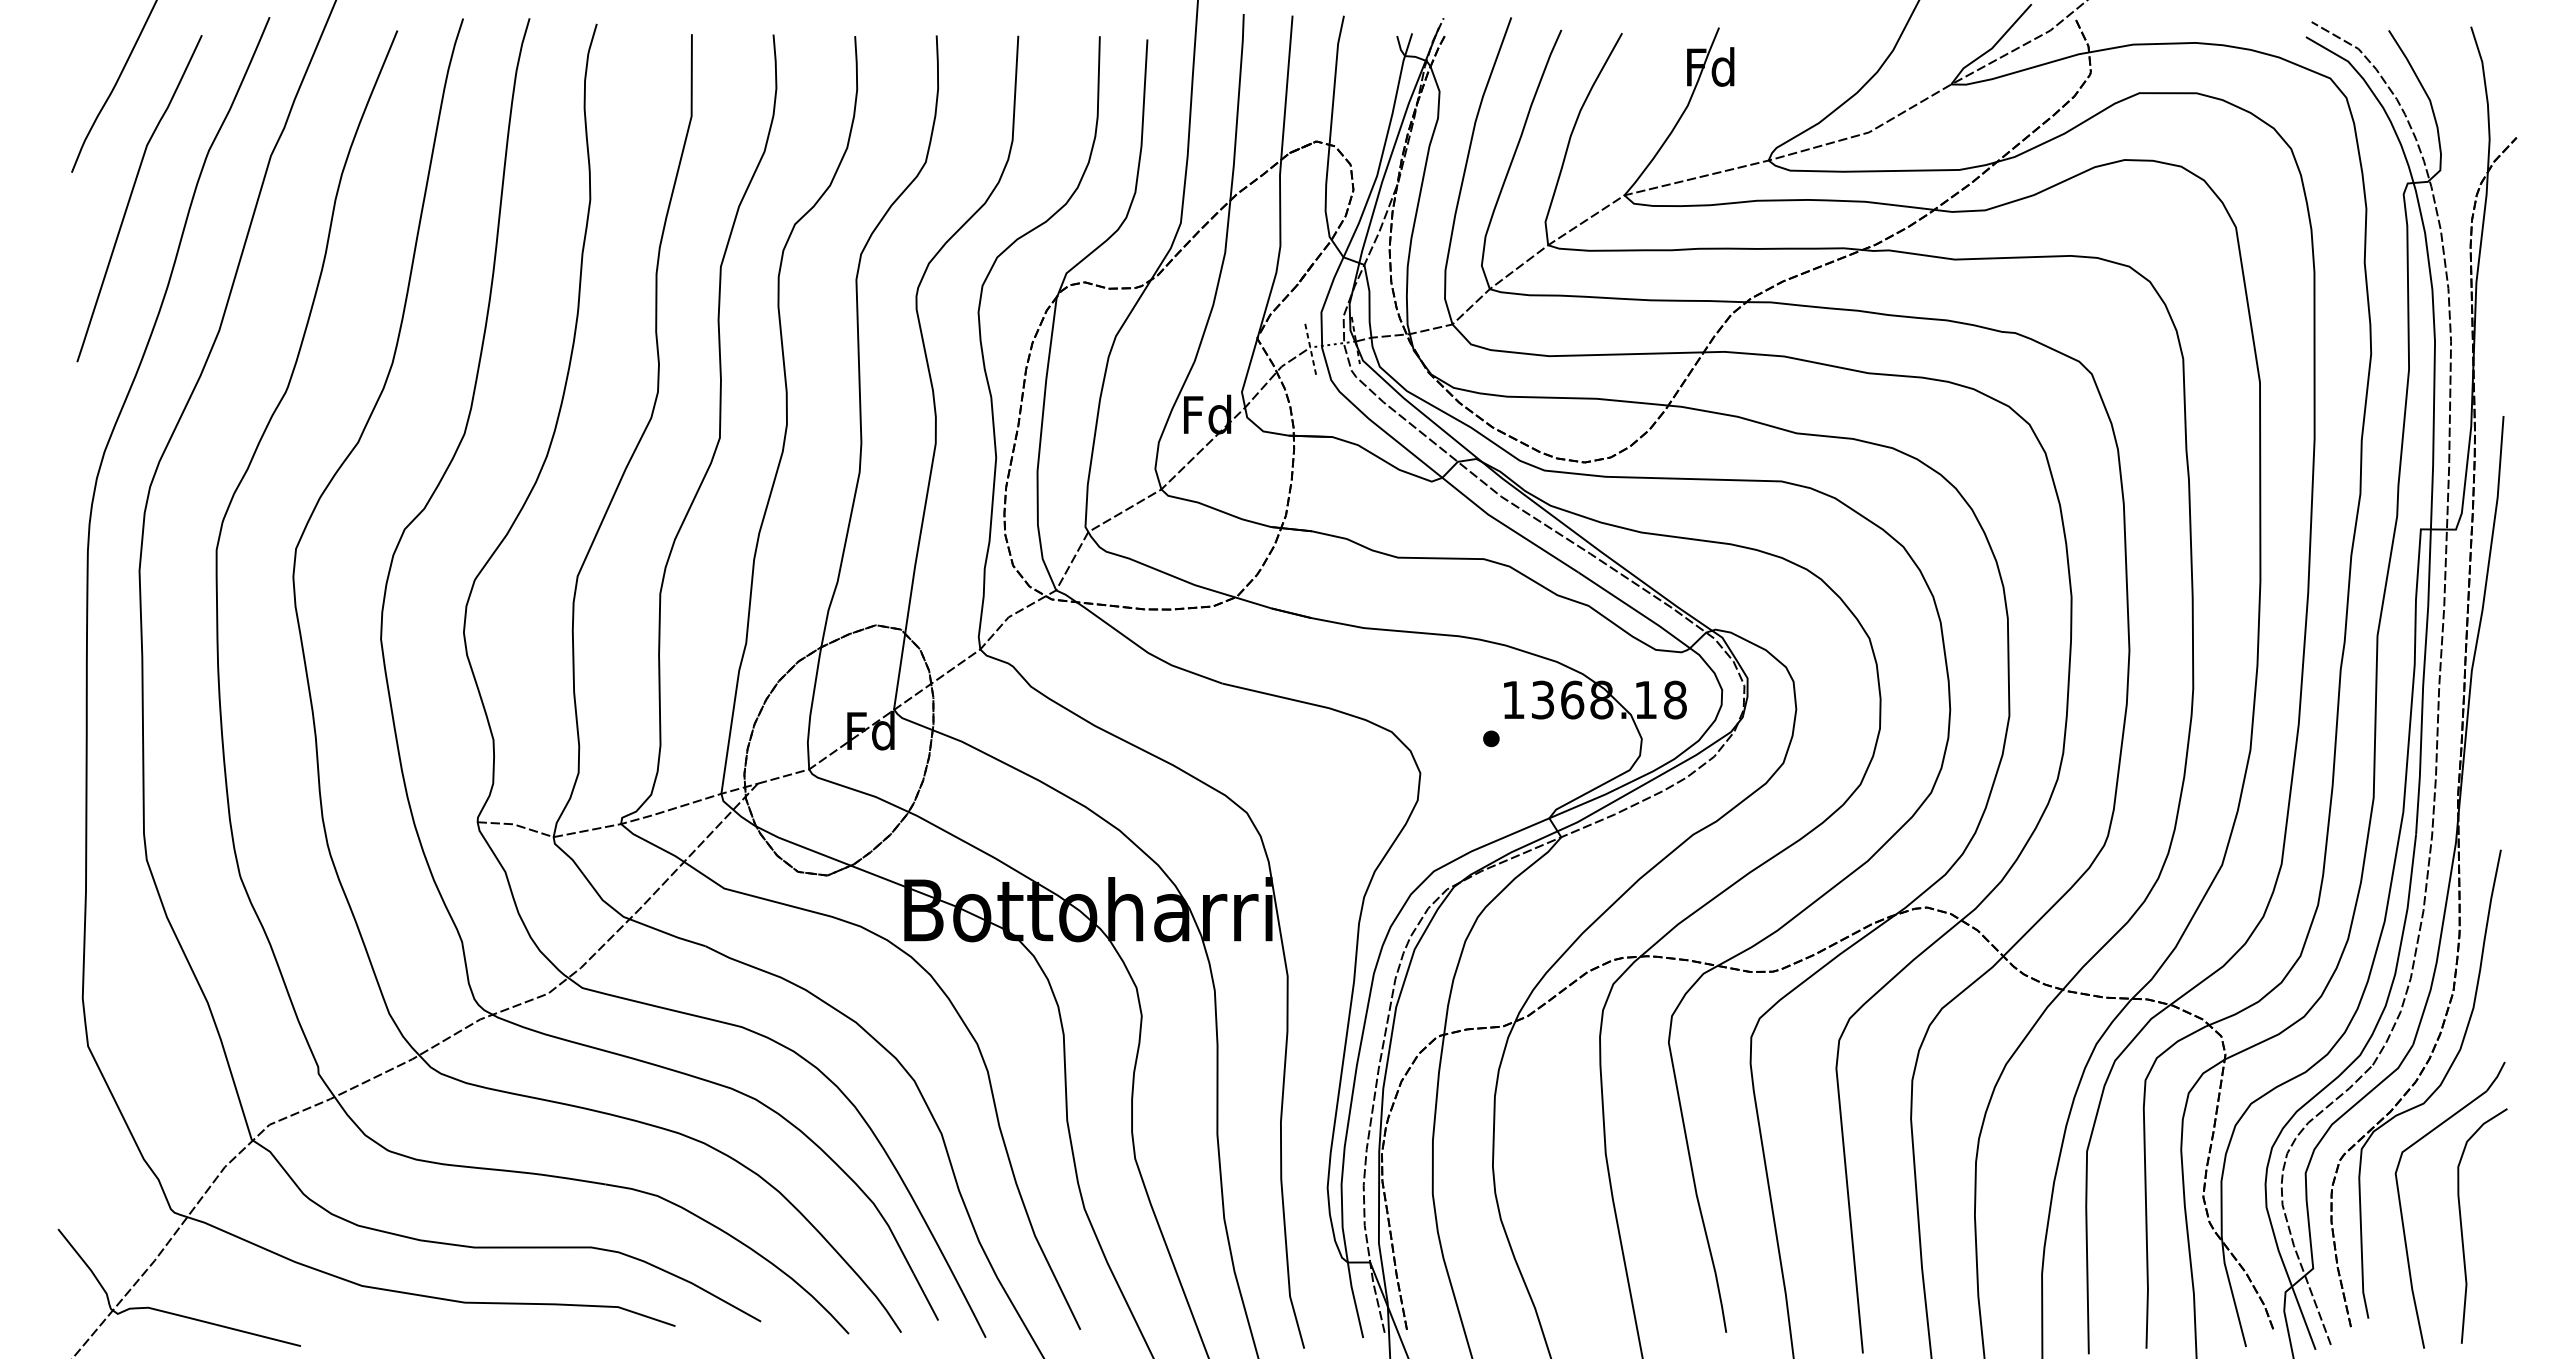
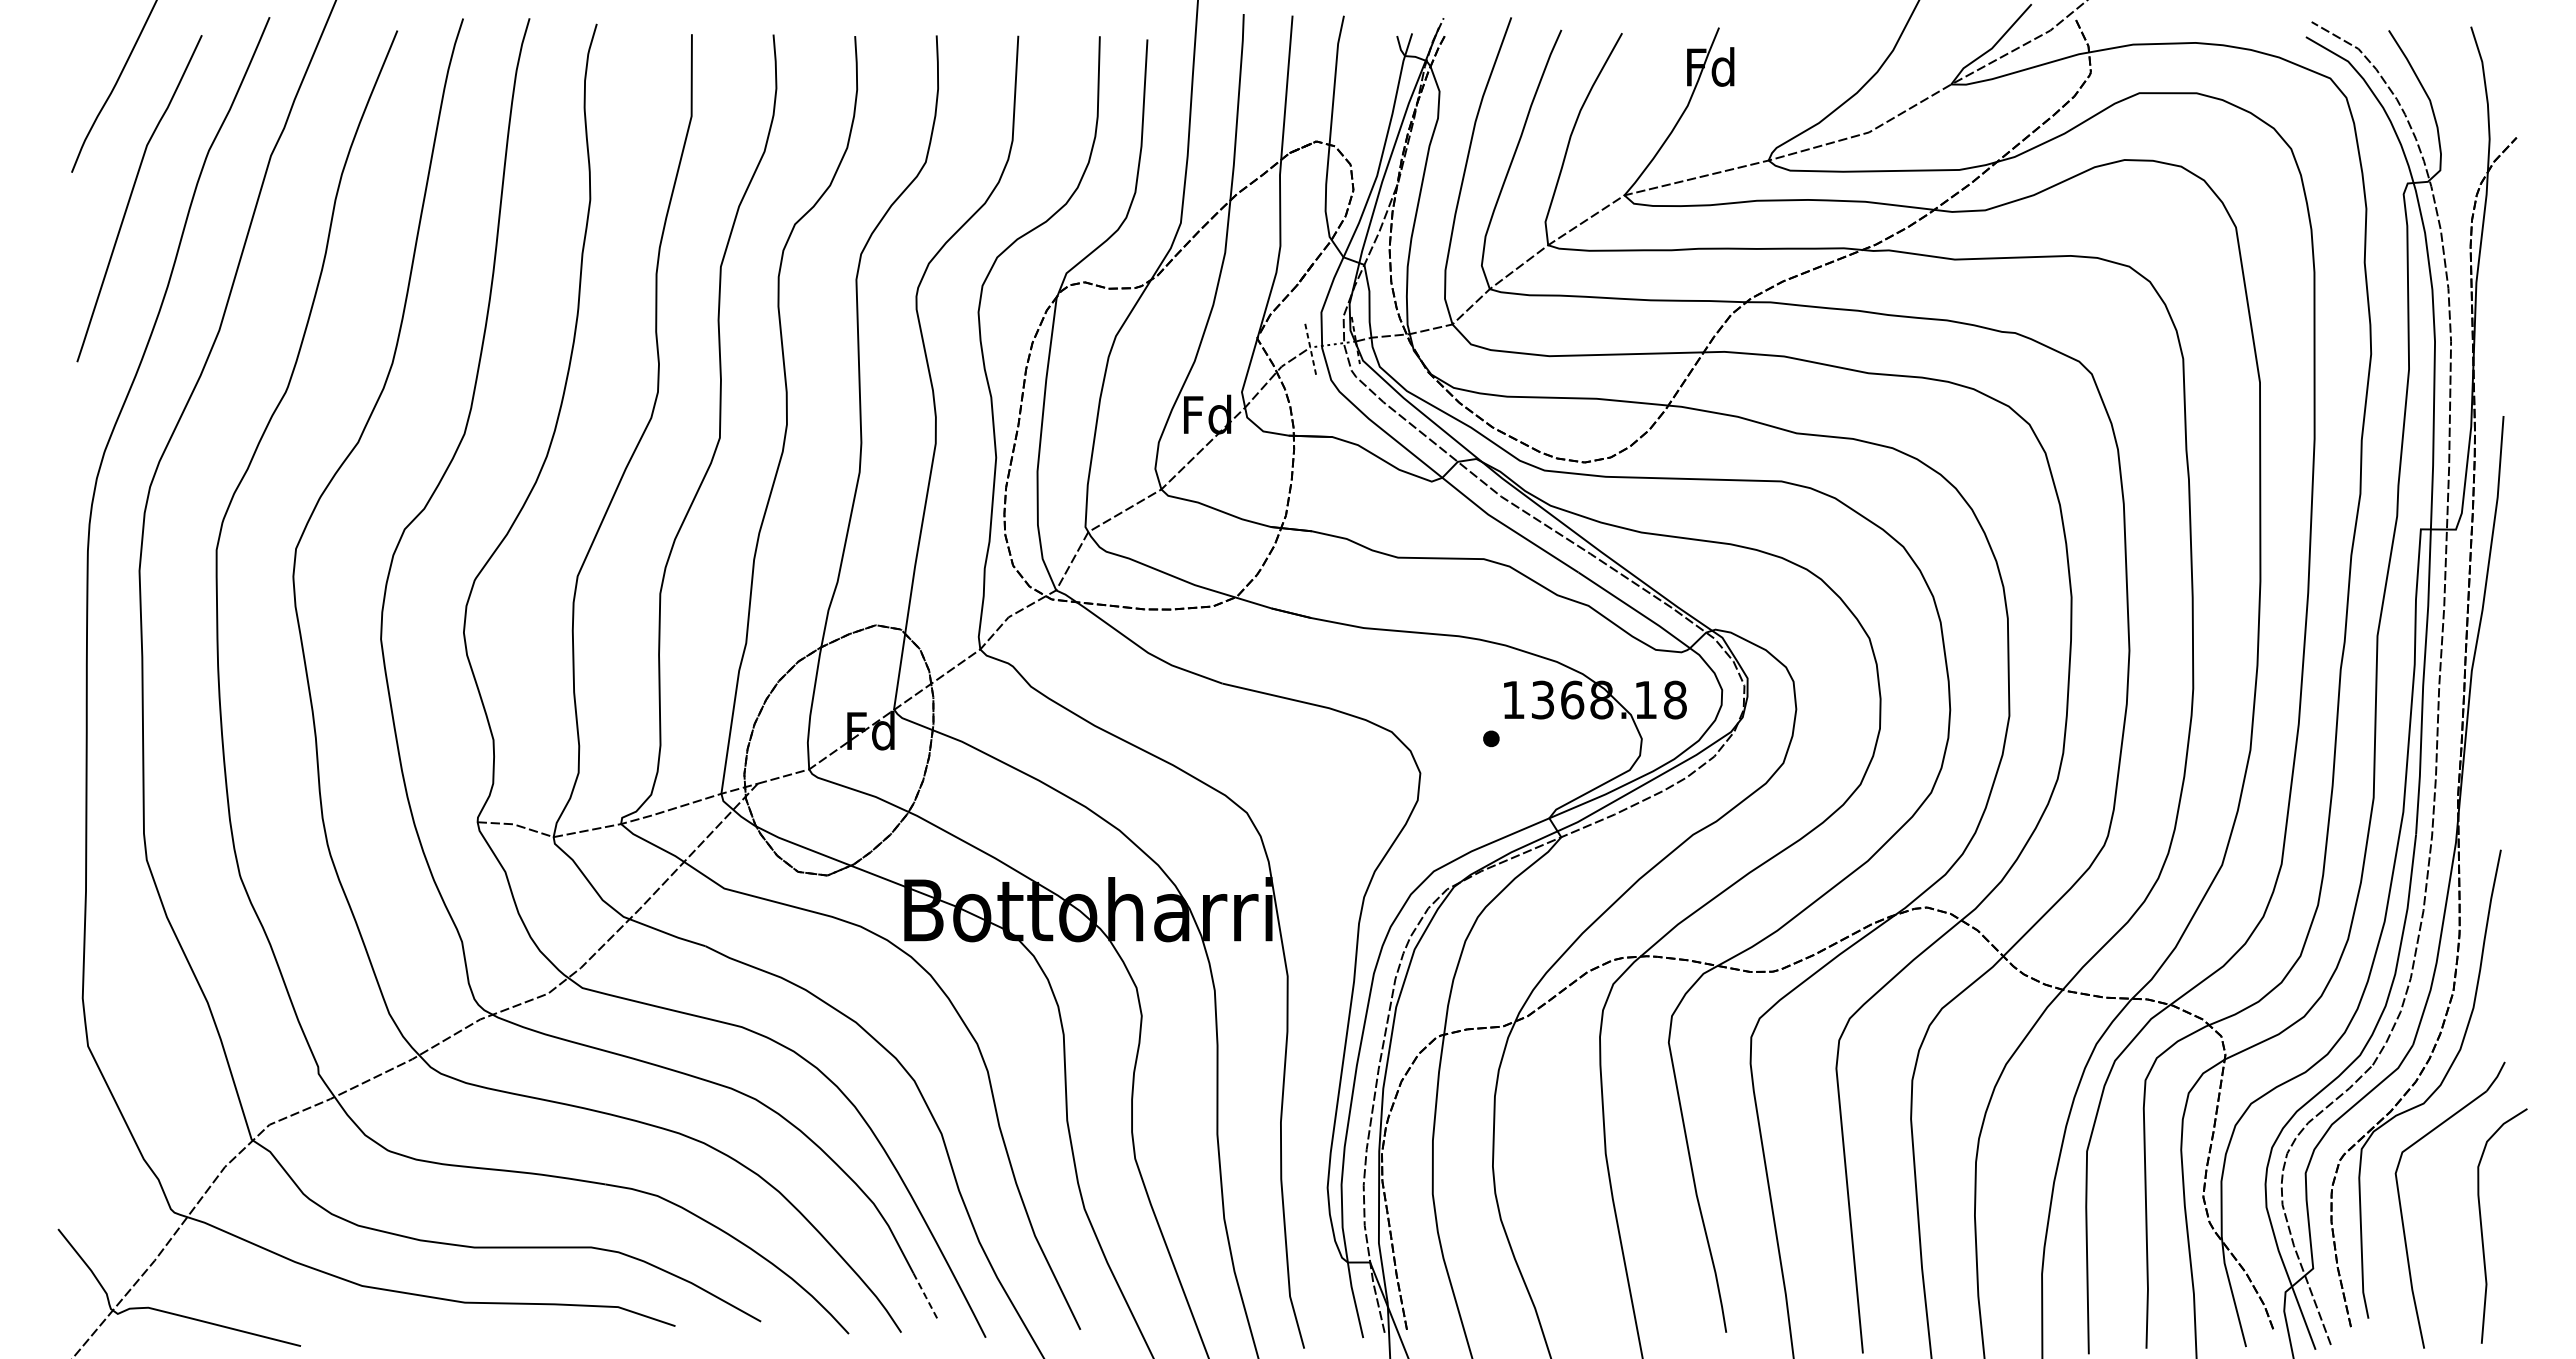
curve at (2462, 1225) position: (2462, 1225) -> (2482, 1225)
line at (925, 1296): solid -> dashed
